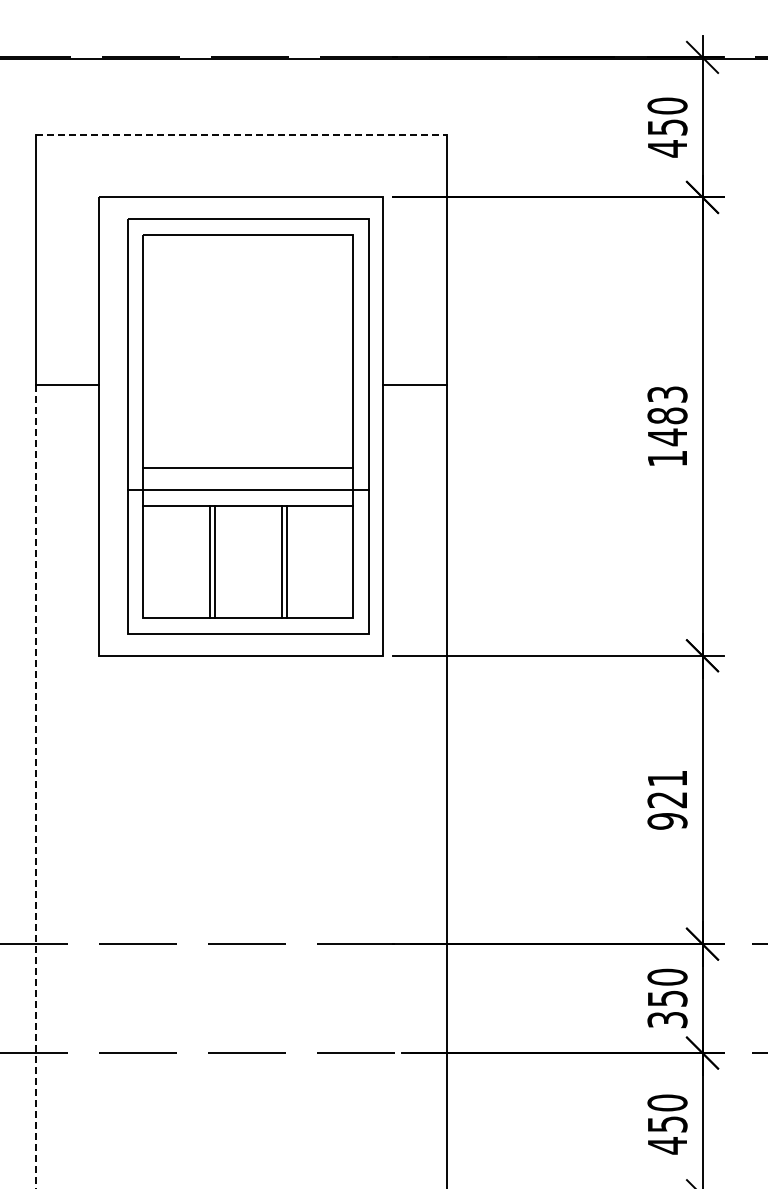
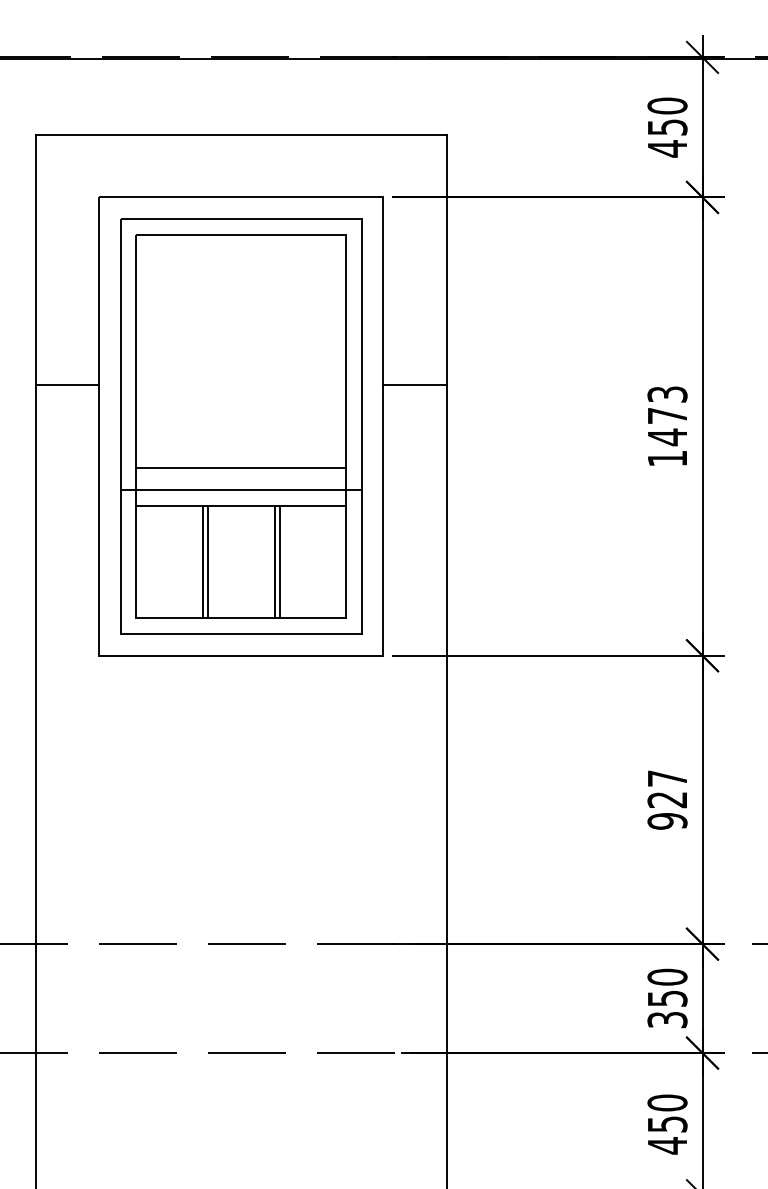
line at (241, 135): dashed -> solid
text at (667, 415): 1483 -> 1473
part at (248, 426) position: (248, 426) -> (241, 426)
text at (667, 778): 921 -> 927
line at (35, 786): dashed -> solid
